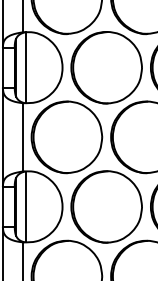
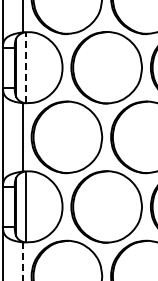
line at (25, 67): solid -> dashed
line at (22, 262): solid -> dashed
